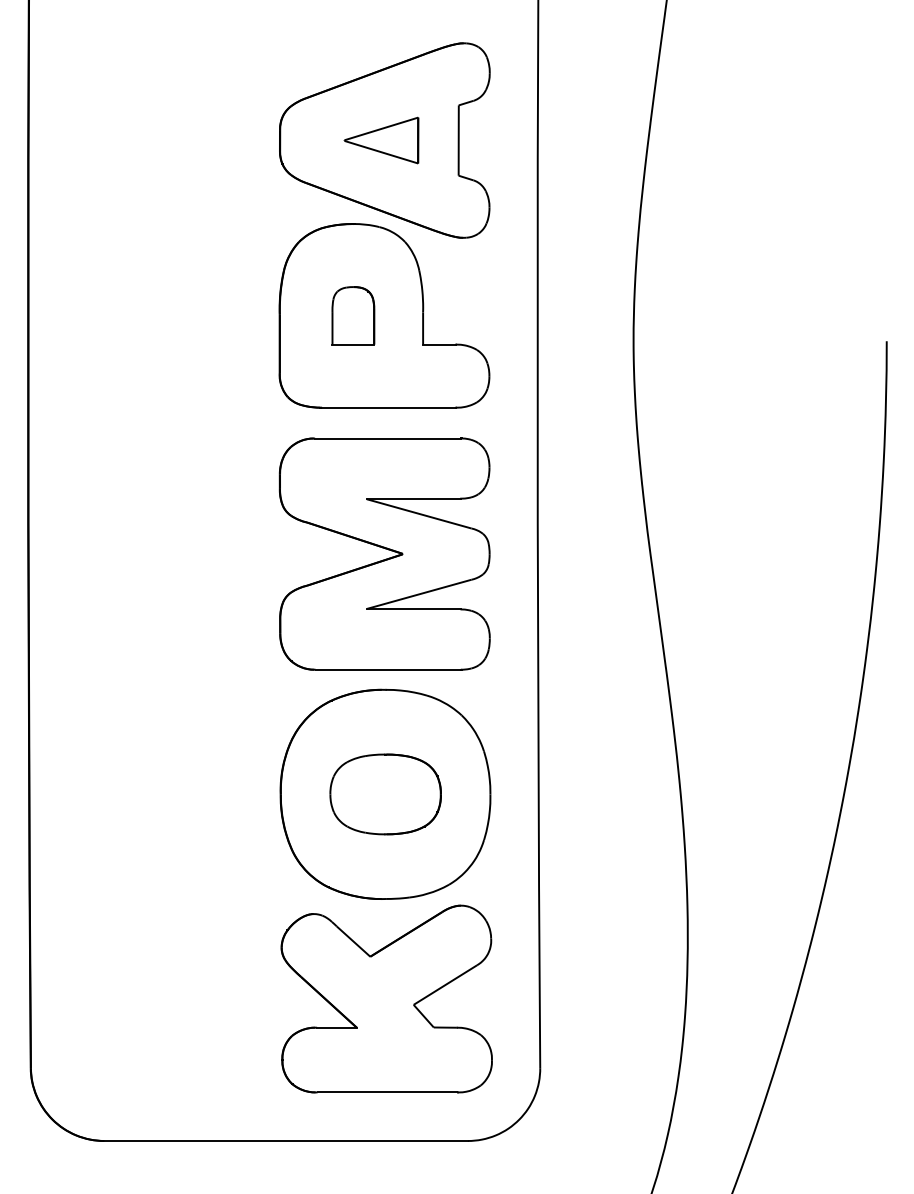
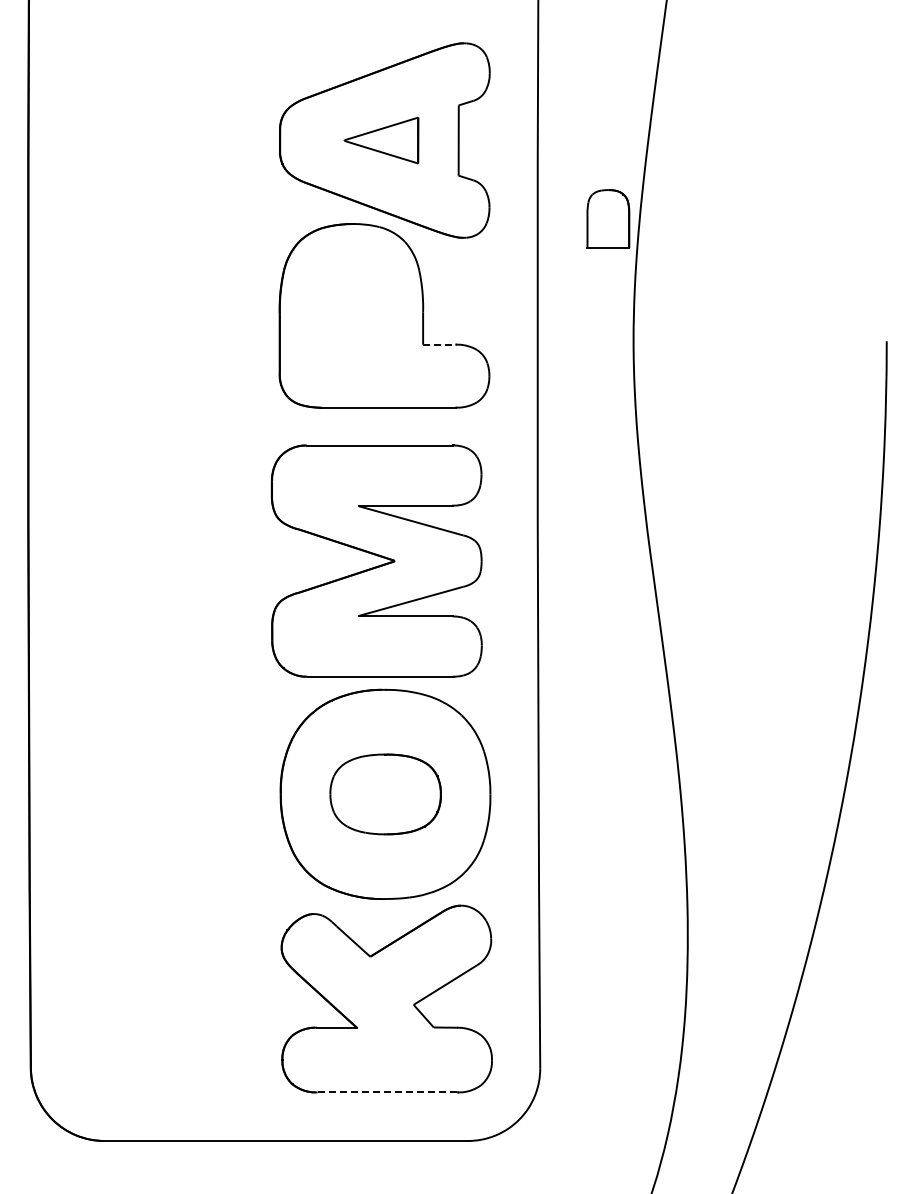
part at (353, 315) position: (353, 315) -> (608, 218)
line at (439, 344): solid -> dashed
part at (384, 553) position: (384, 553) -> (376, 560)
line at (387, 1092): solid -> dashed
